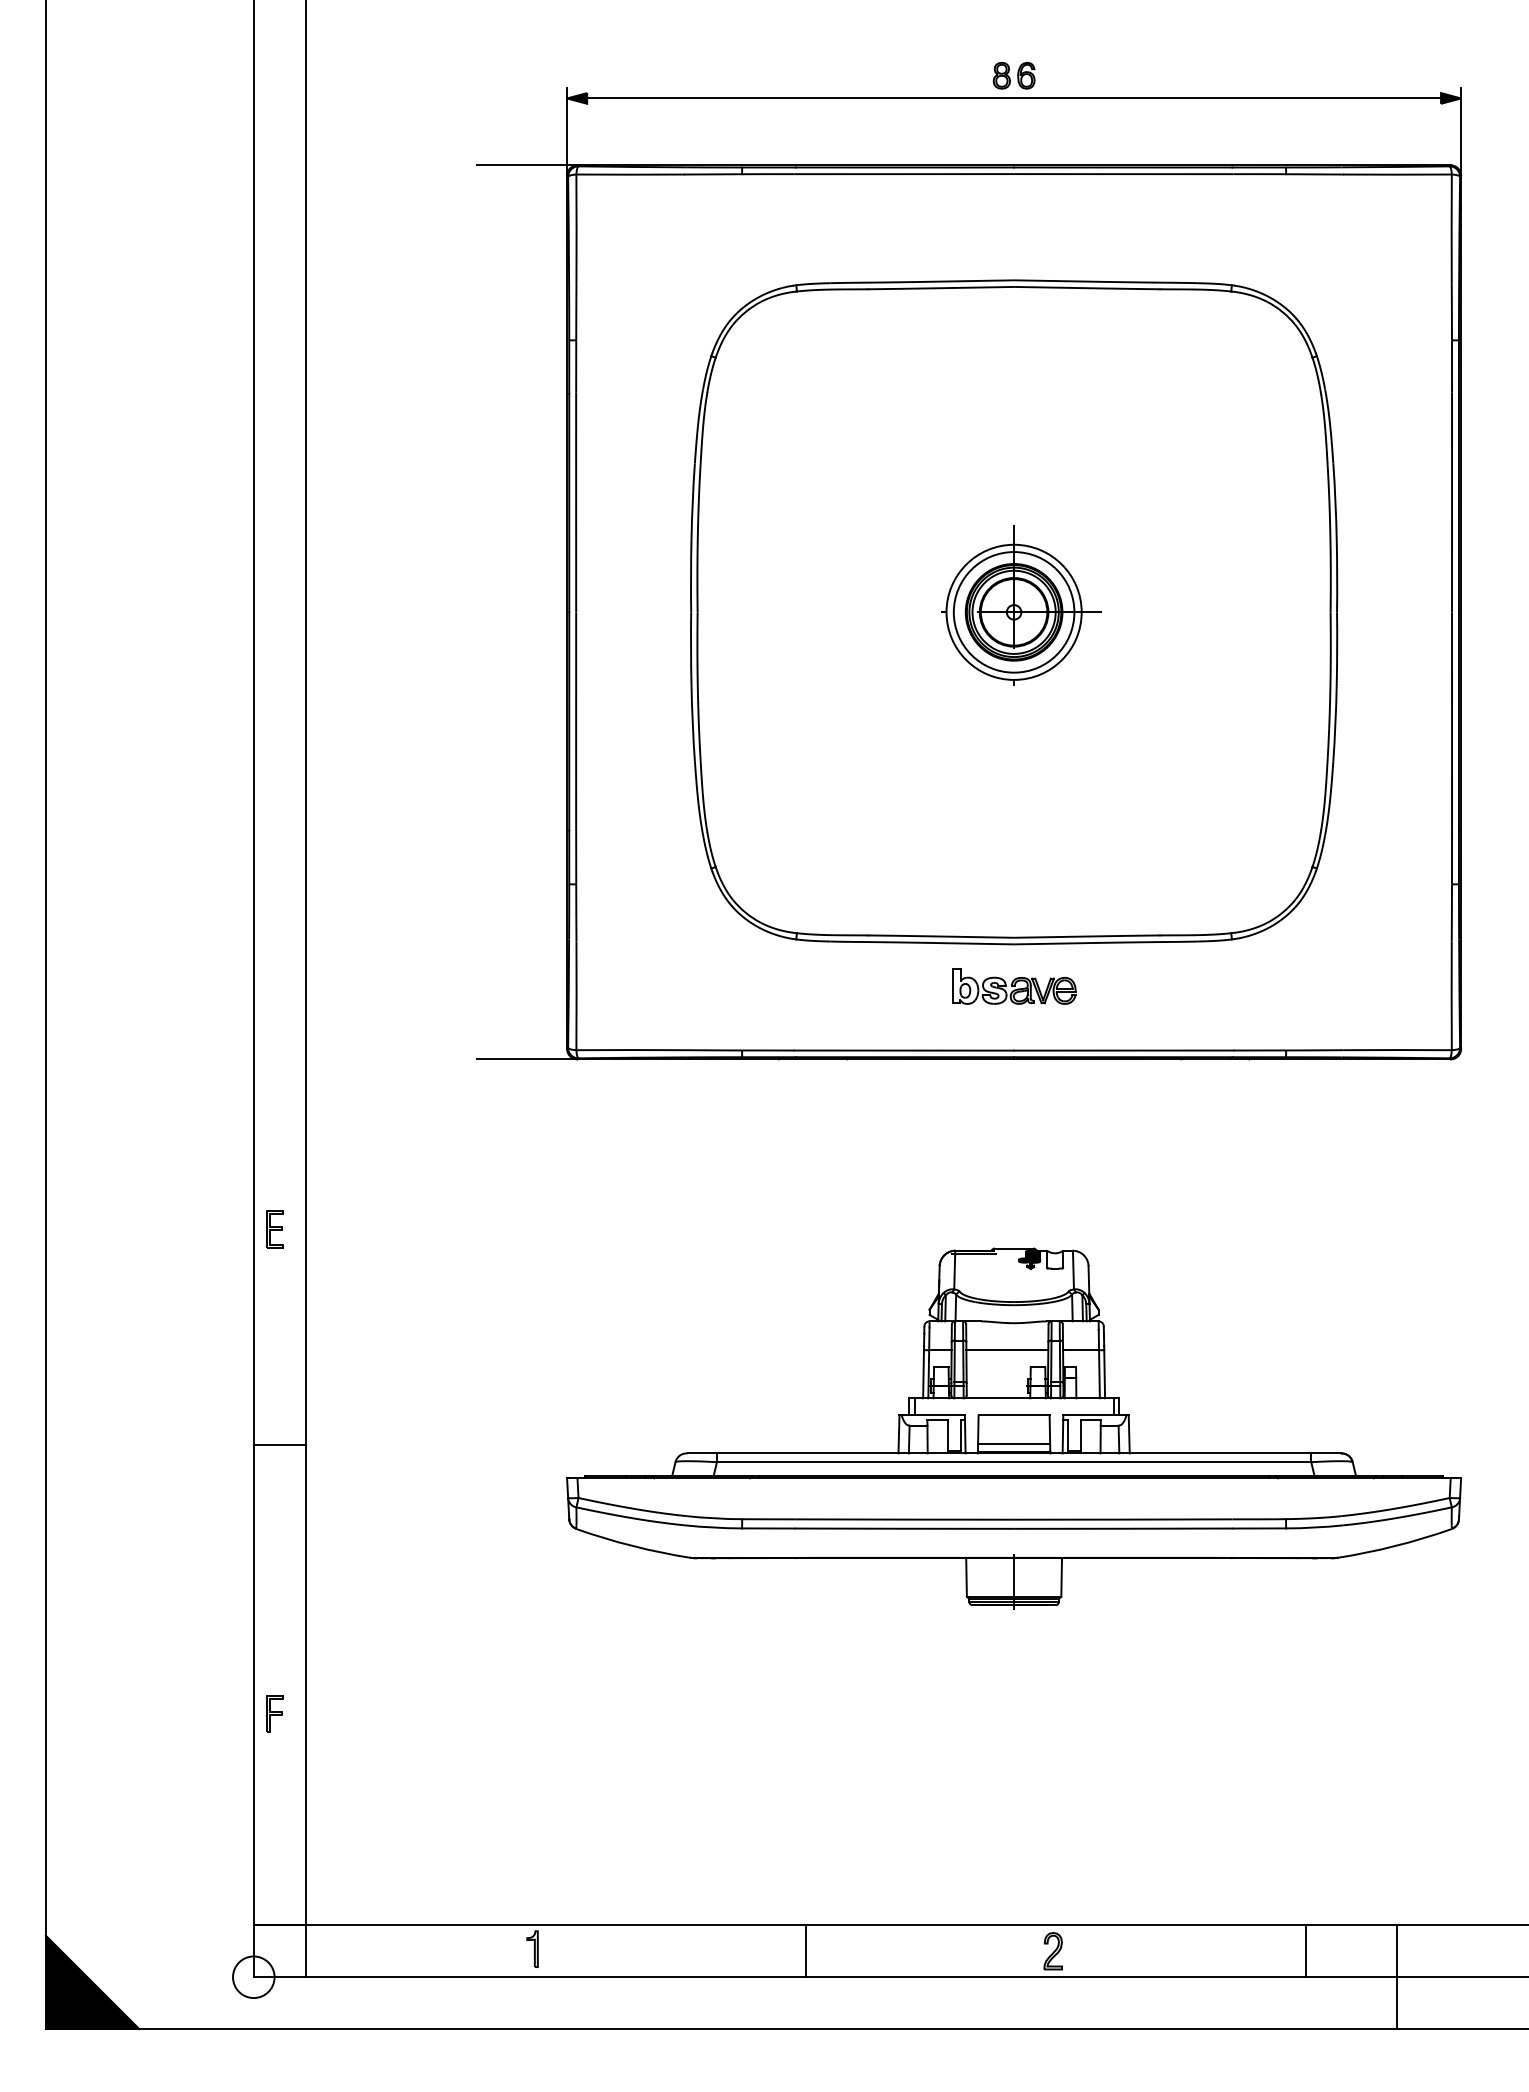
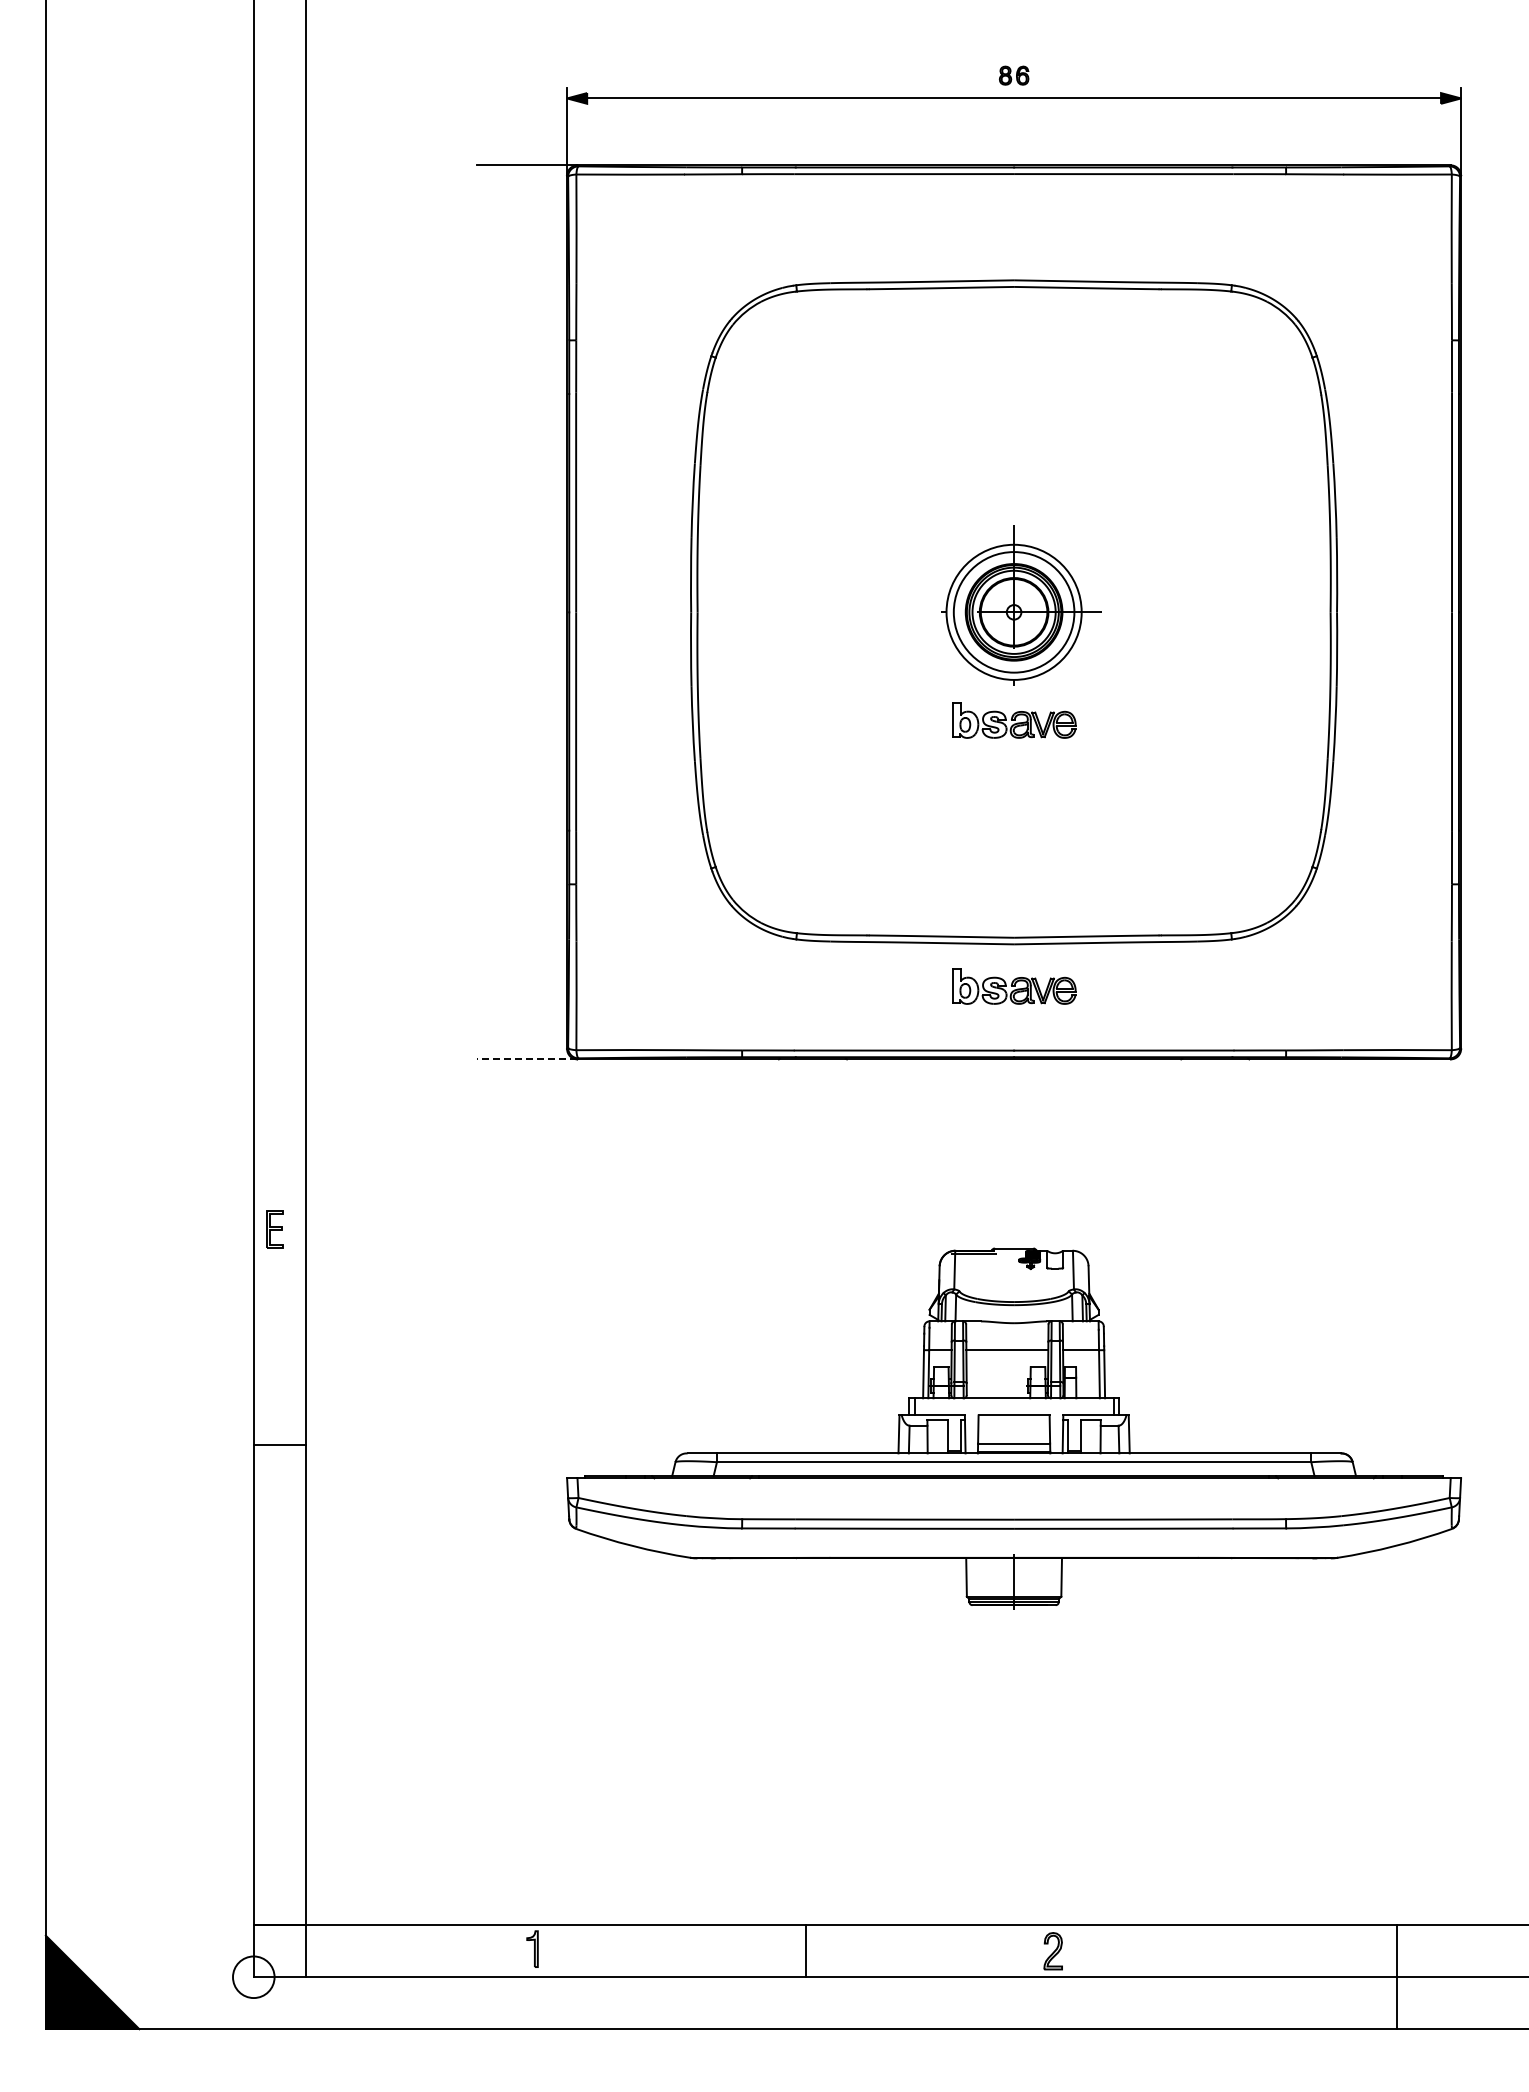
part at (1013, 75) size: 44x29 px -> 31x21 px
part at (1014, 720): none -> present
line at (526, 1059): solid -> dashed
part at (274, 1713): present -> none
line at (1306, 1951): present -> none
